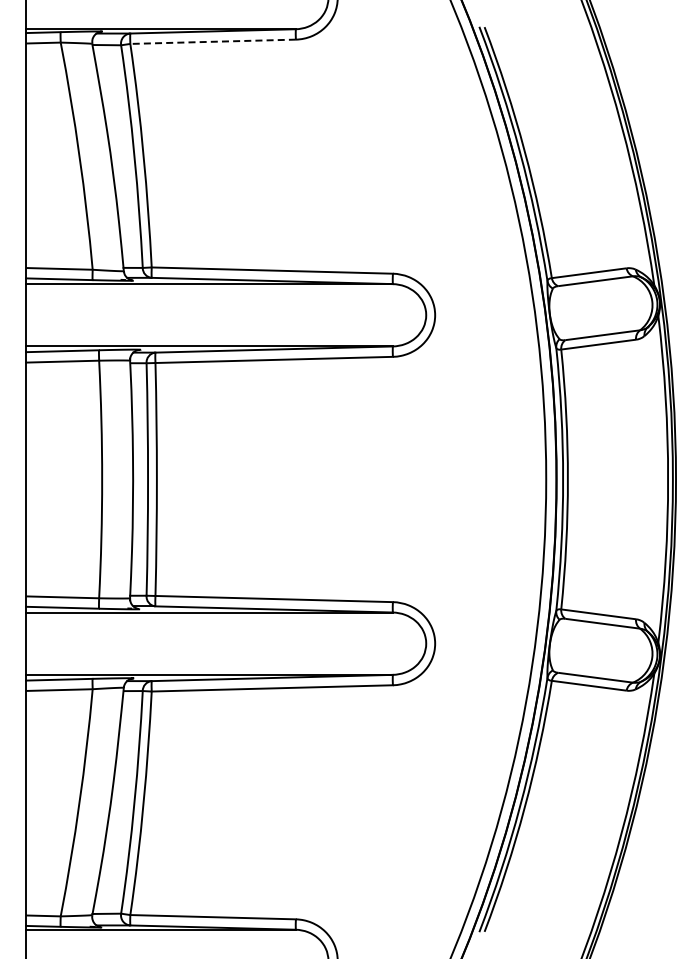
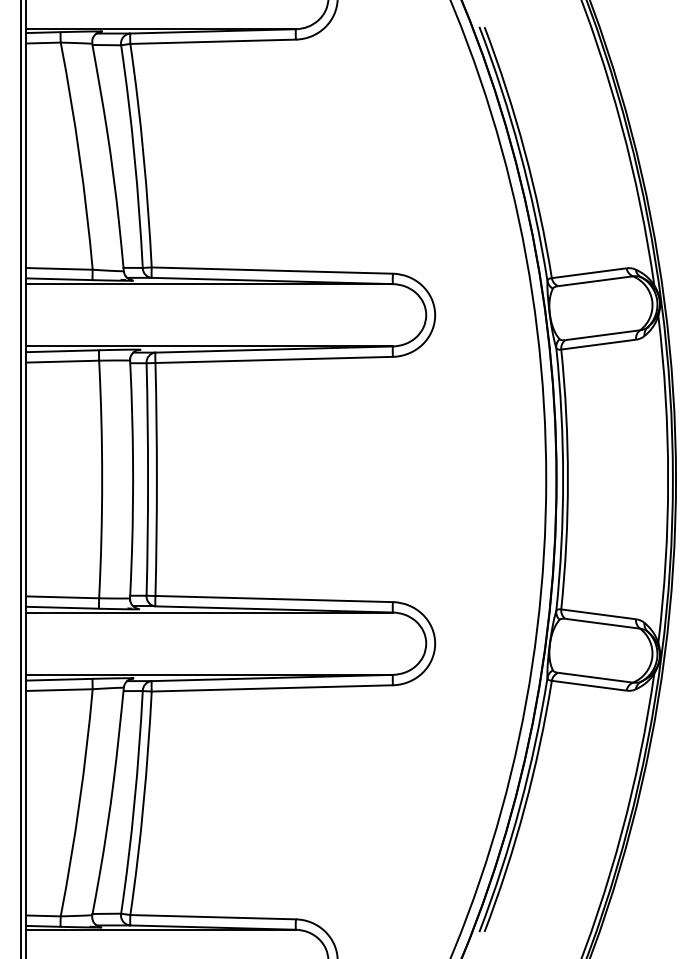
line at (213, 41): dashed -> solid
line at (20, 478): none -> present
